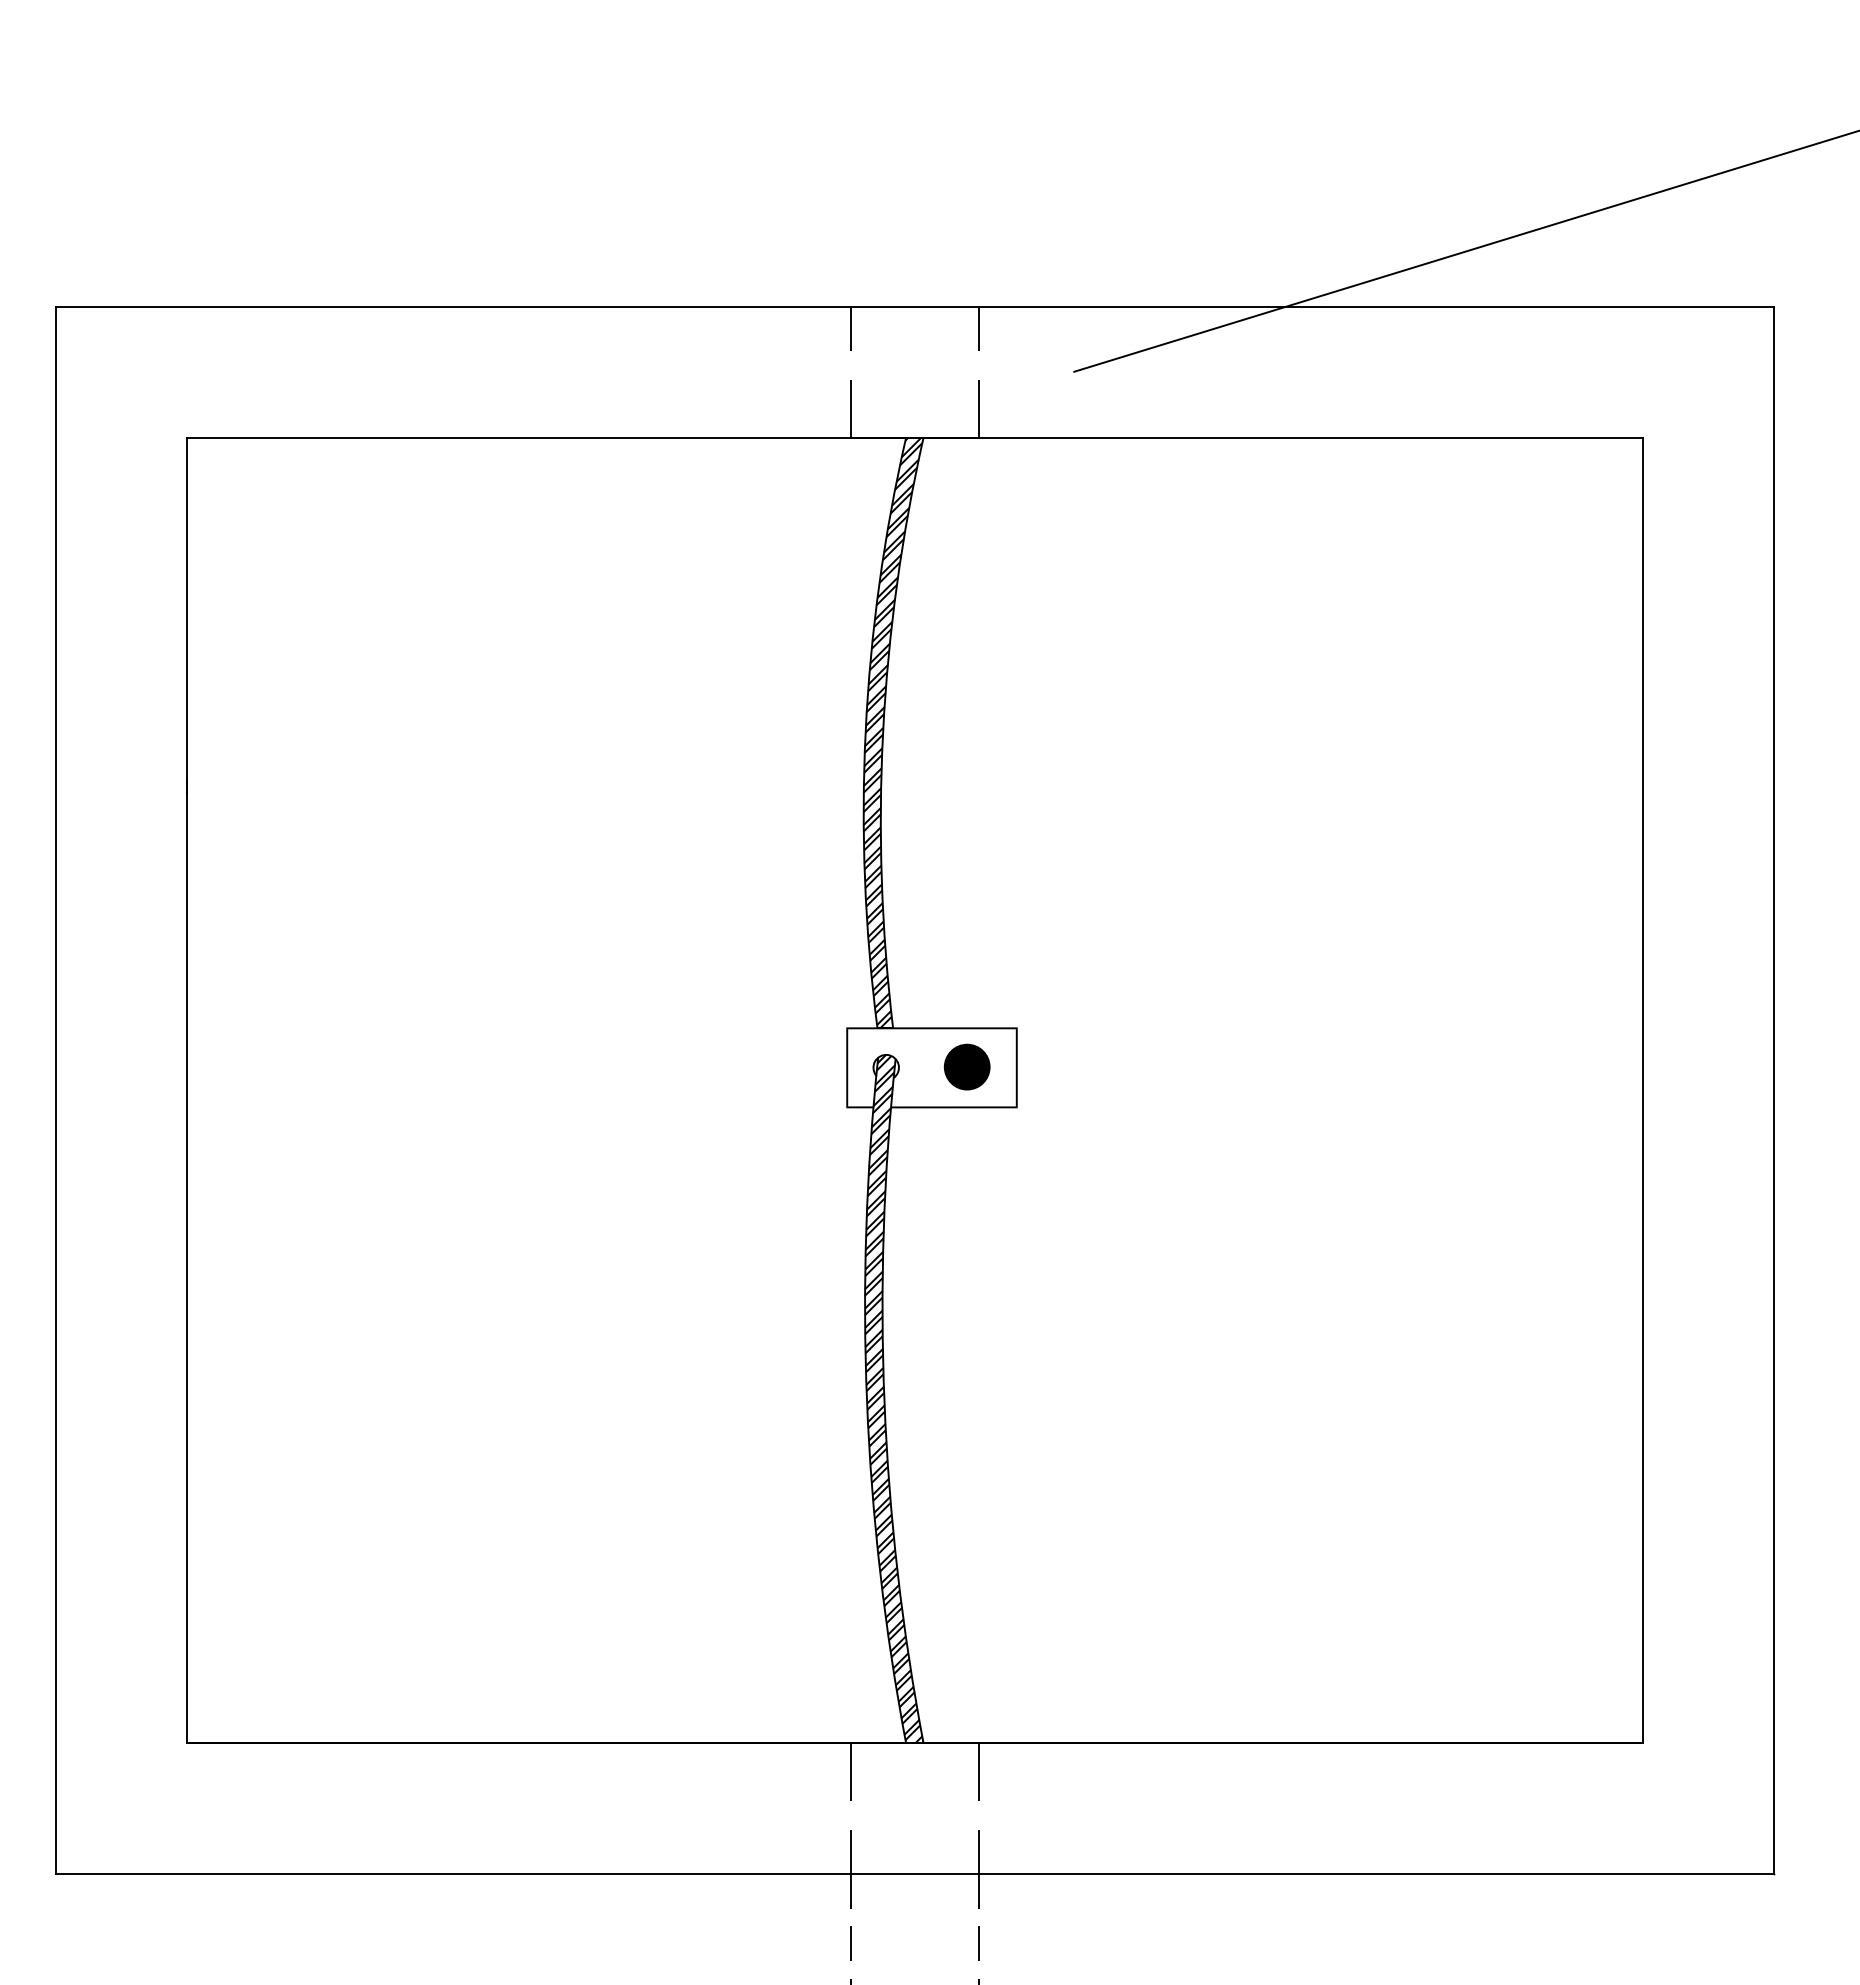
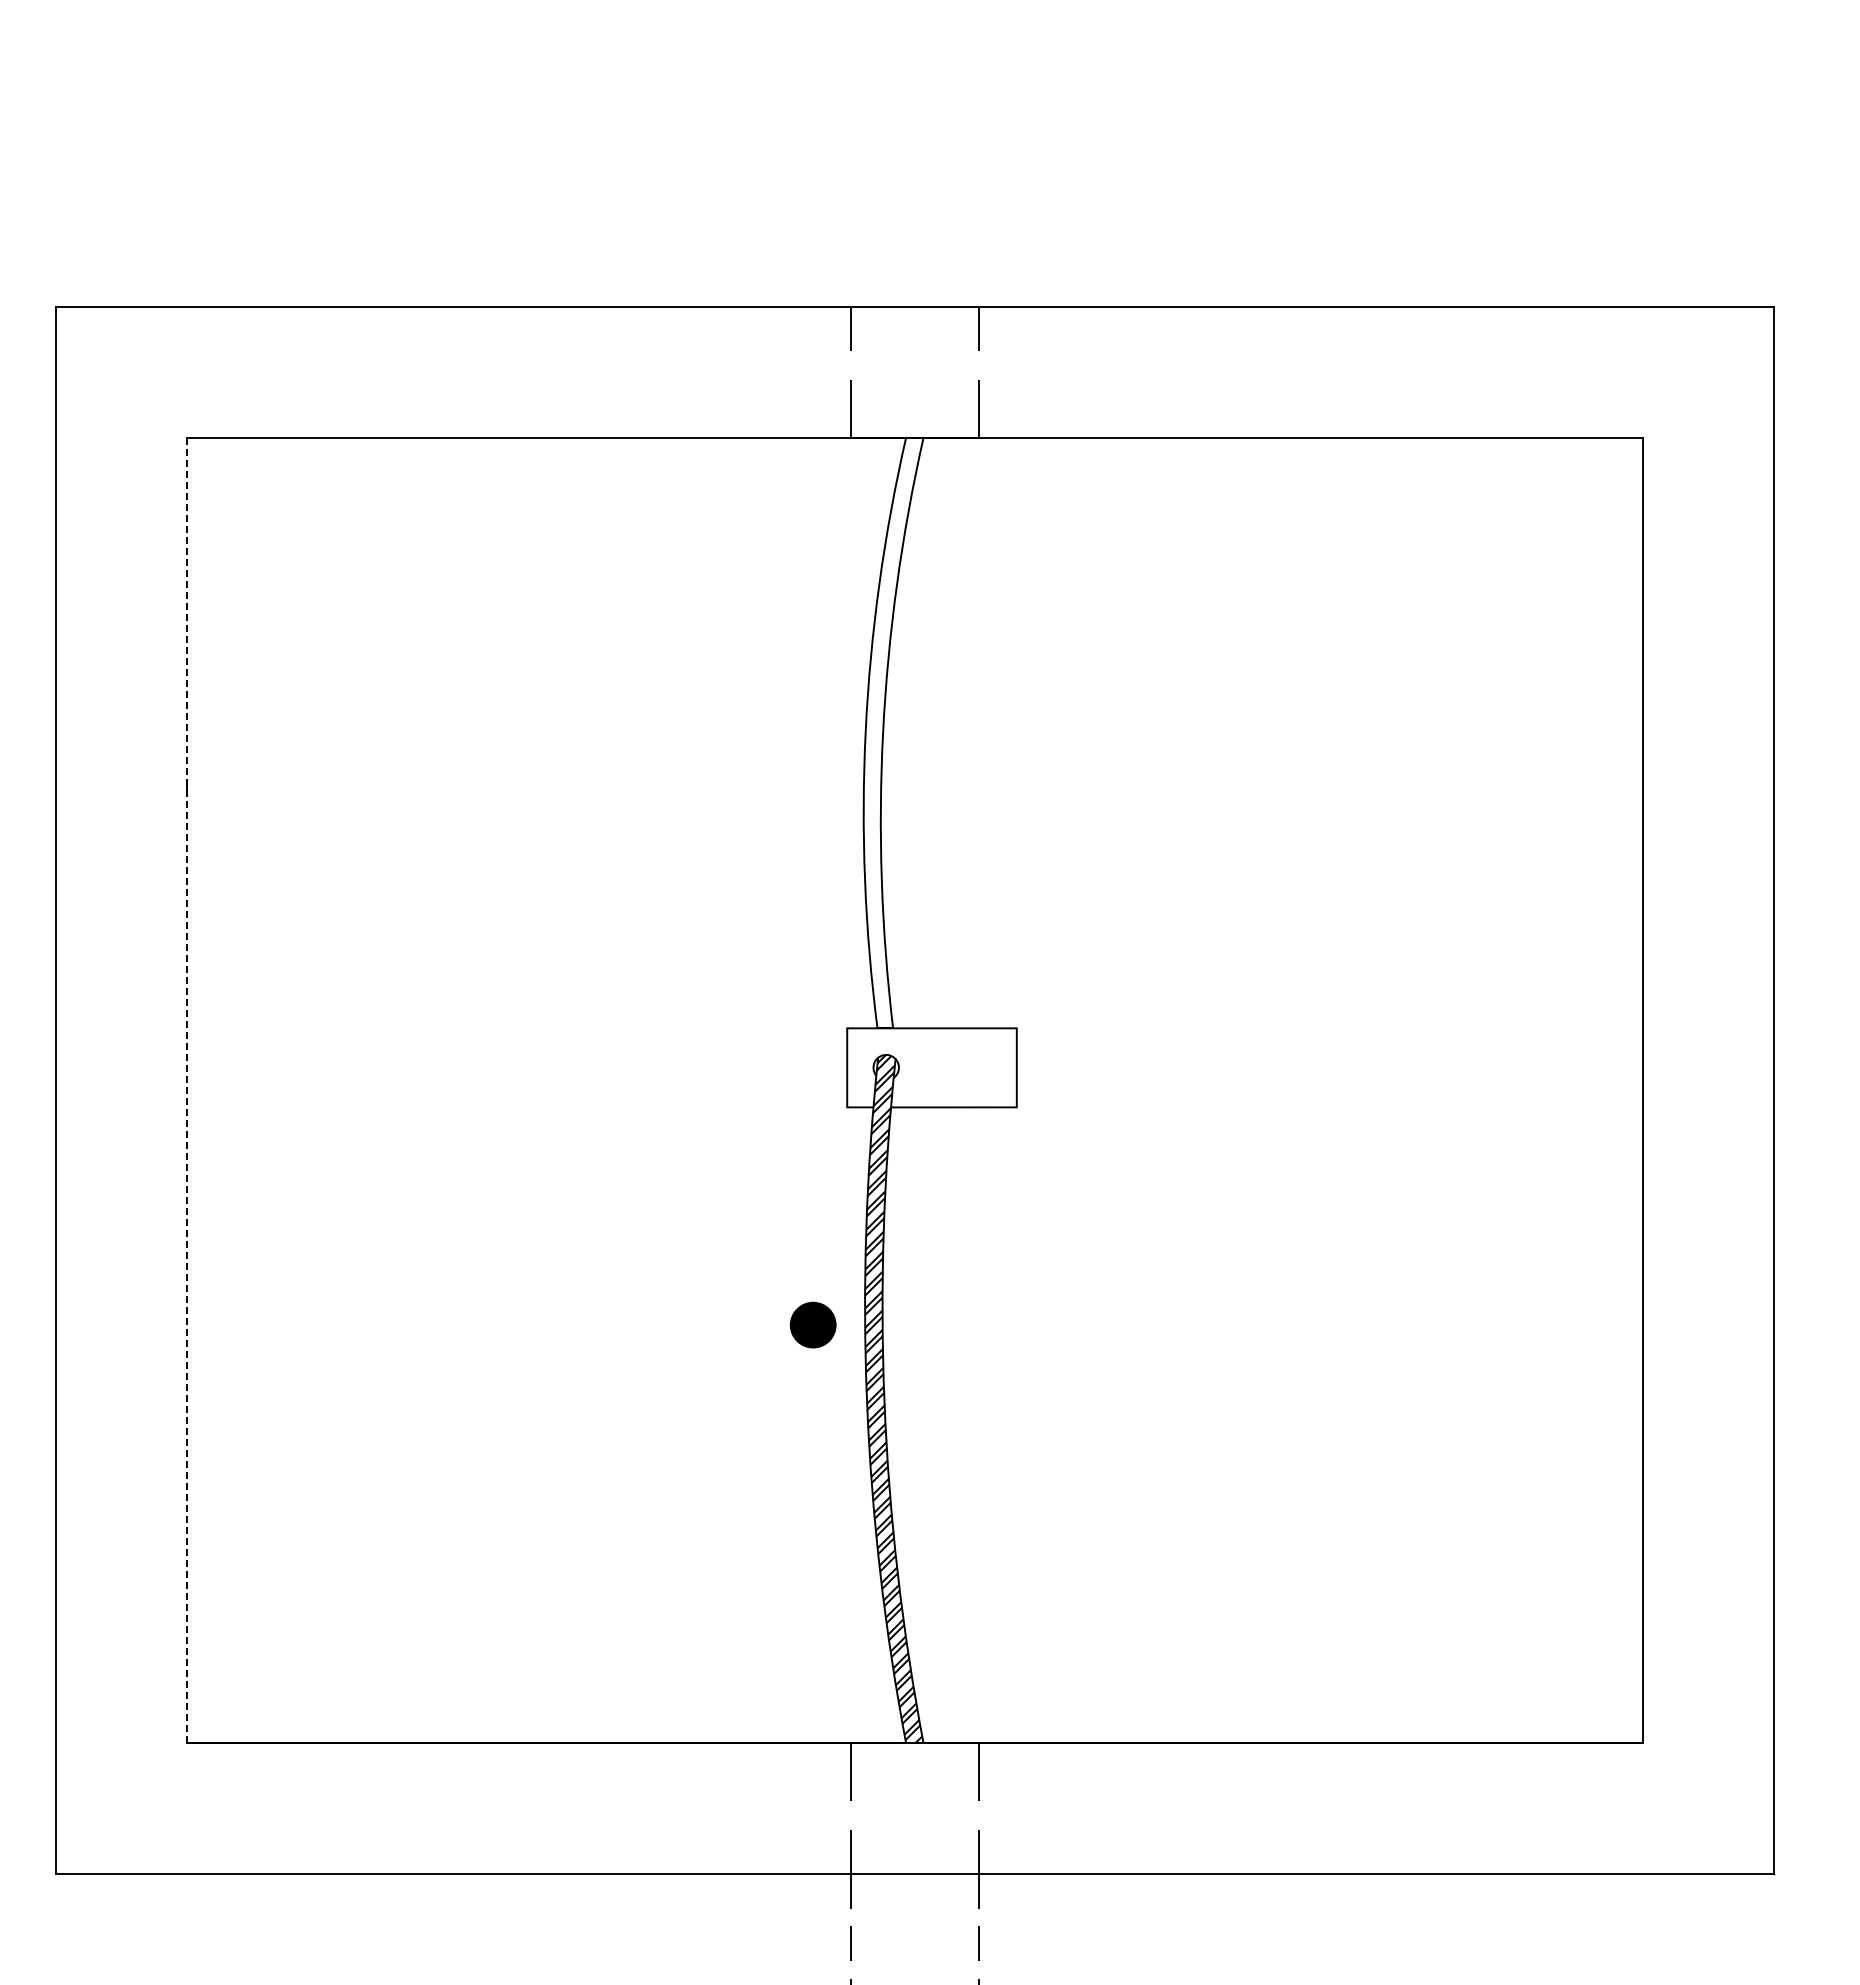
line at (1465, 251): present -> none
hatch at (892, 732): present -> none
part at (966, 1066) position: (966, 1066) -> (812, 1324)
line at (186, 1090): solid -> dashed
